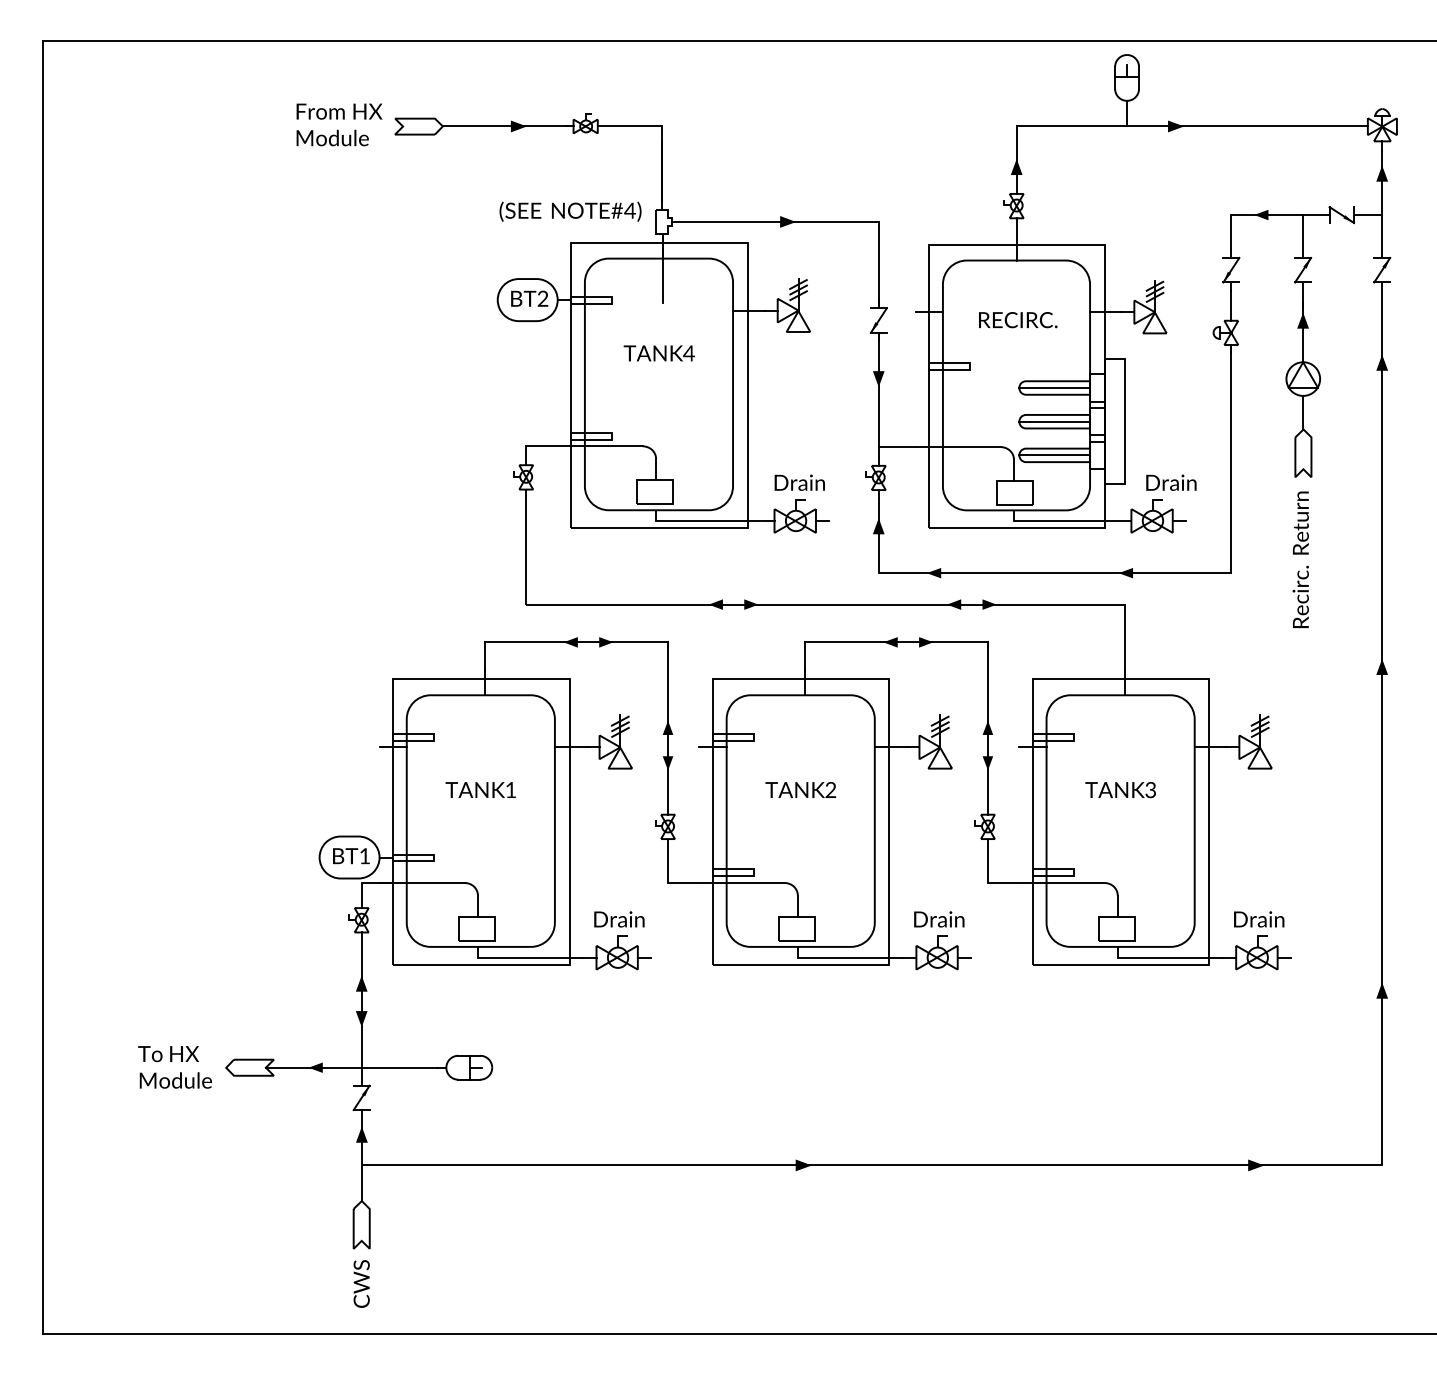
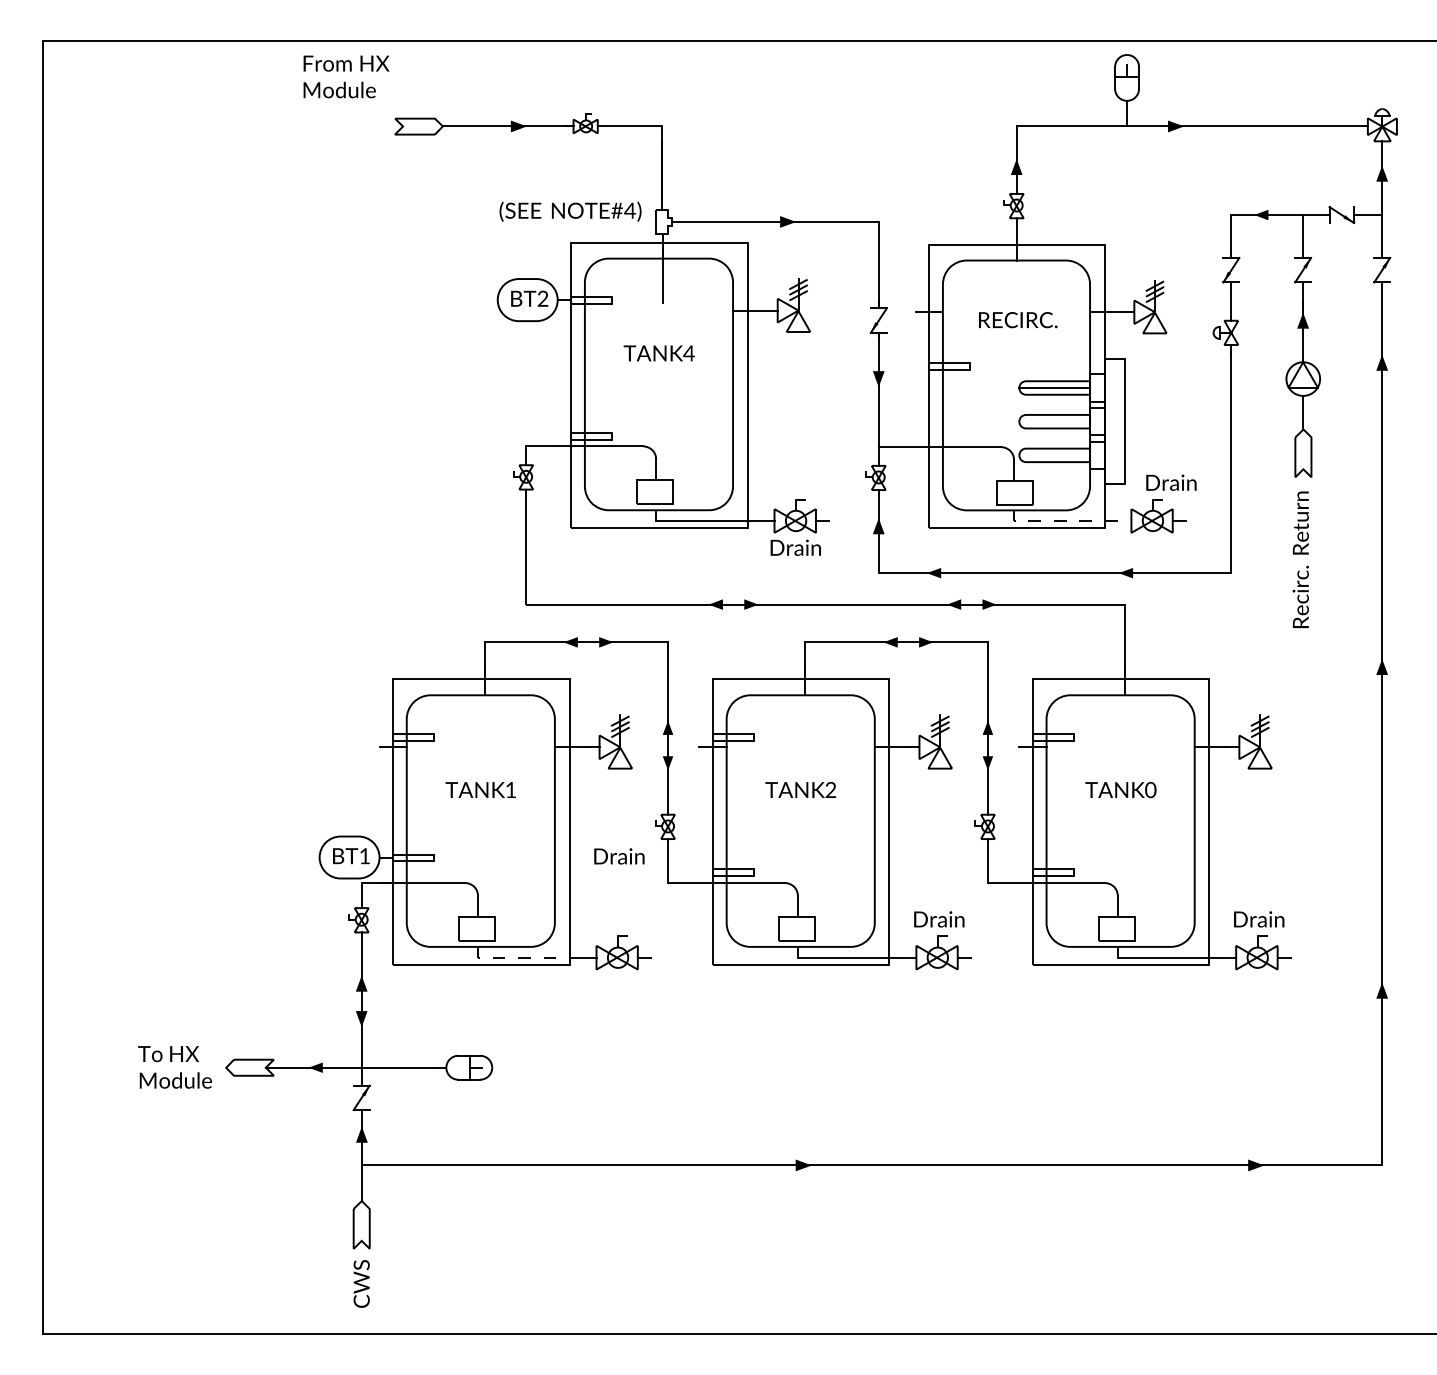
text at (339, 124) position: (339, 124) -> (346, 76)
line at (1054, 421): present -> none
line at (1054, 455): present -> none
text at (799, 482) position: (799, 482) -> (795, 547)
line at (1066, 521): solid -> dashed
text at (1150, 789): 3 -> 0
text at (619, 919) position: (619, 919) -> (619, 856)
line at (524, 957): solid -> dashed
